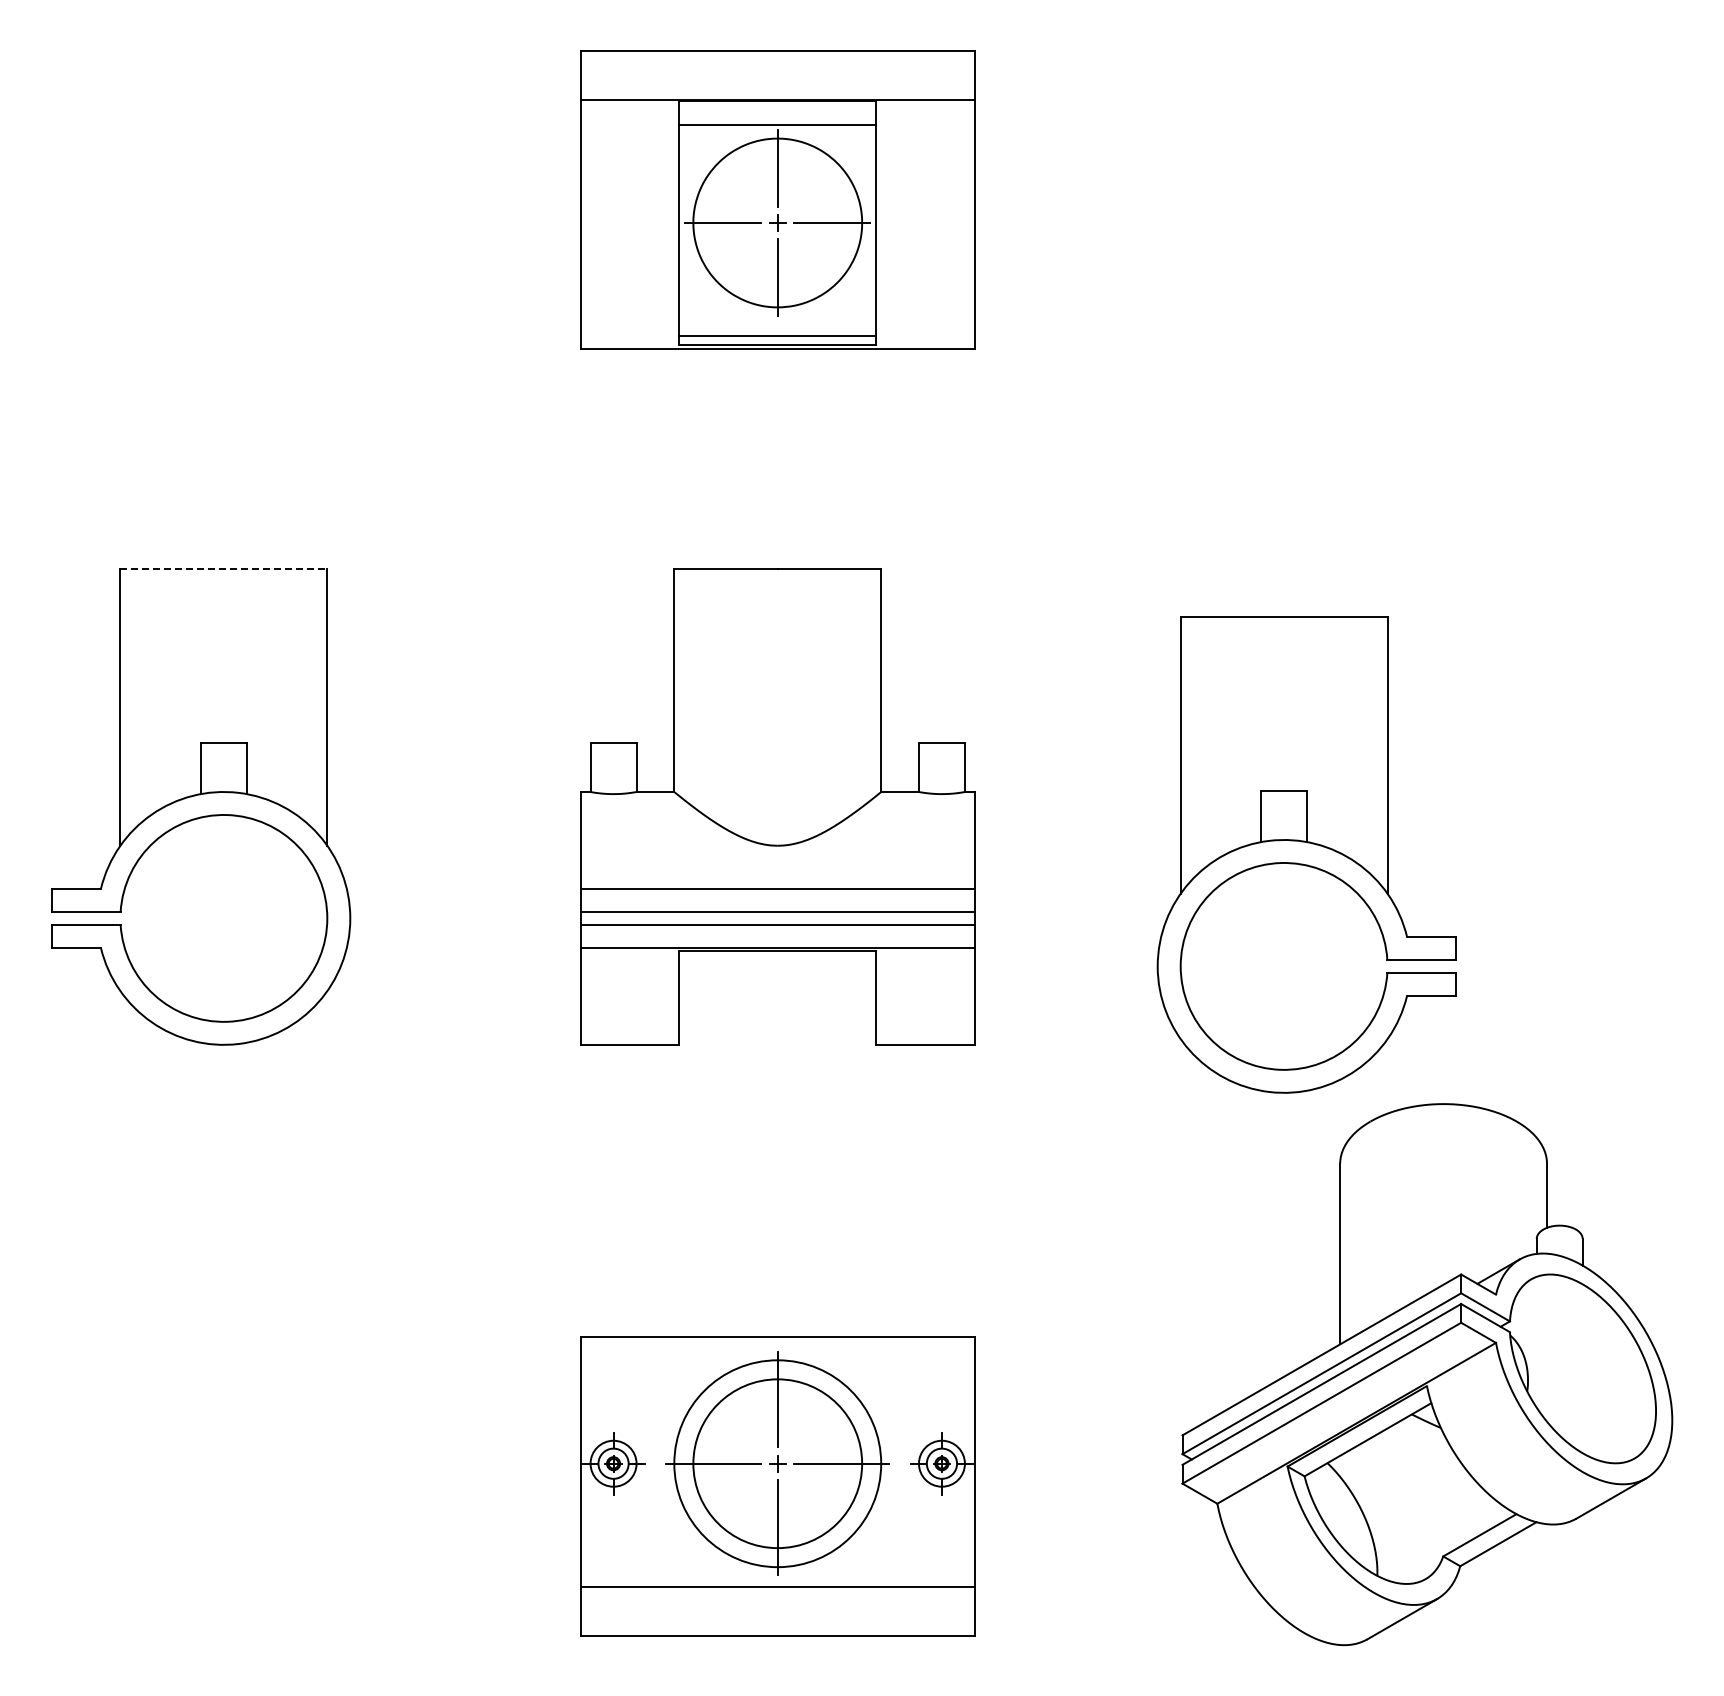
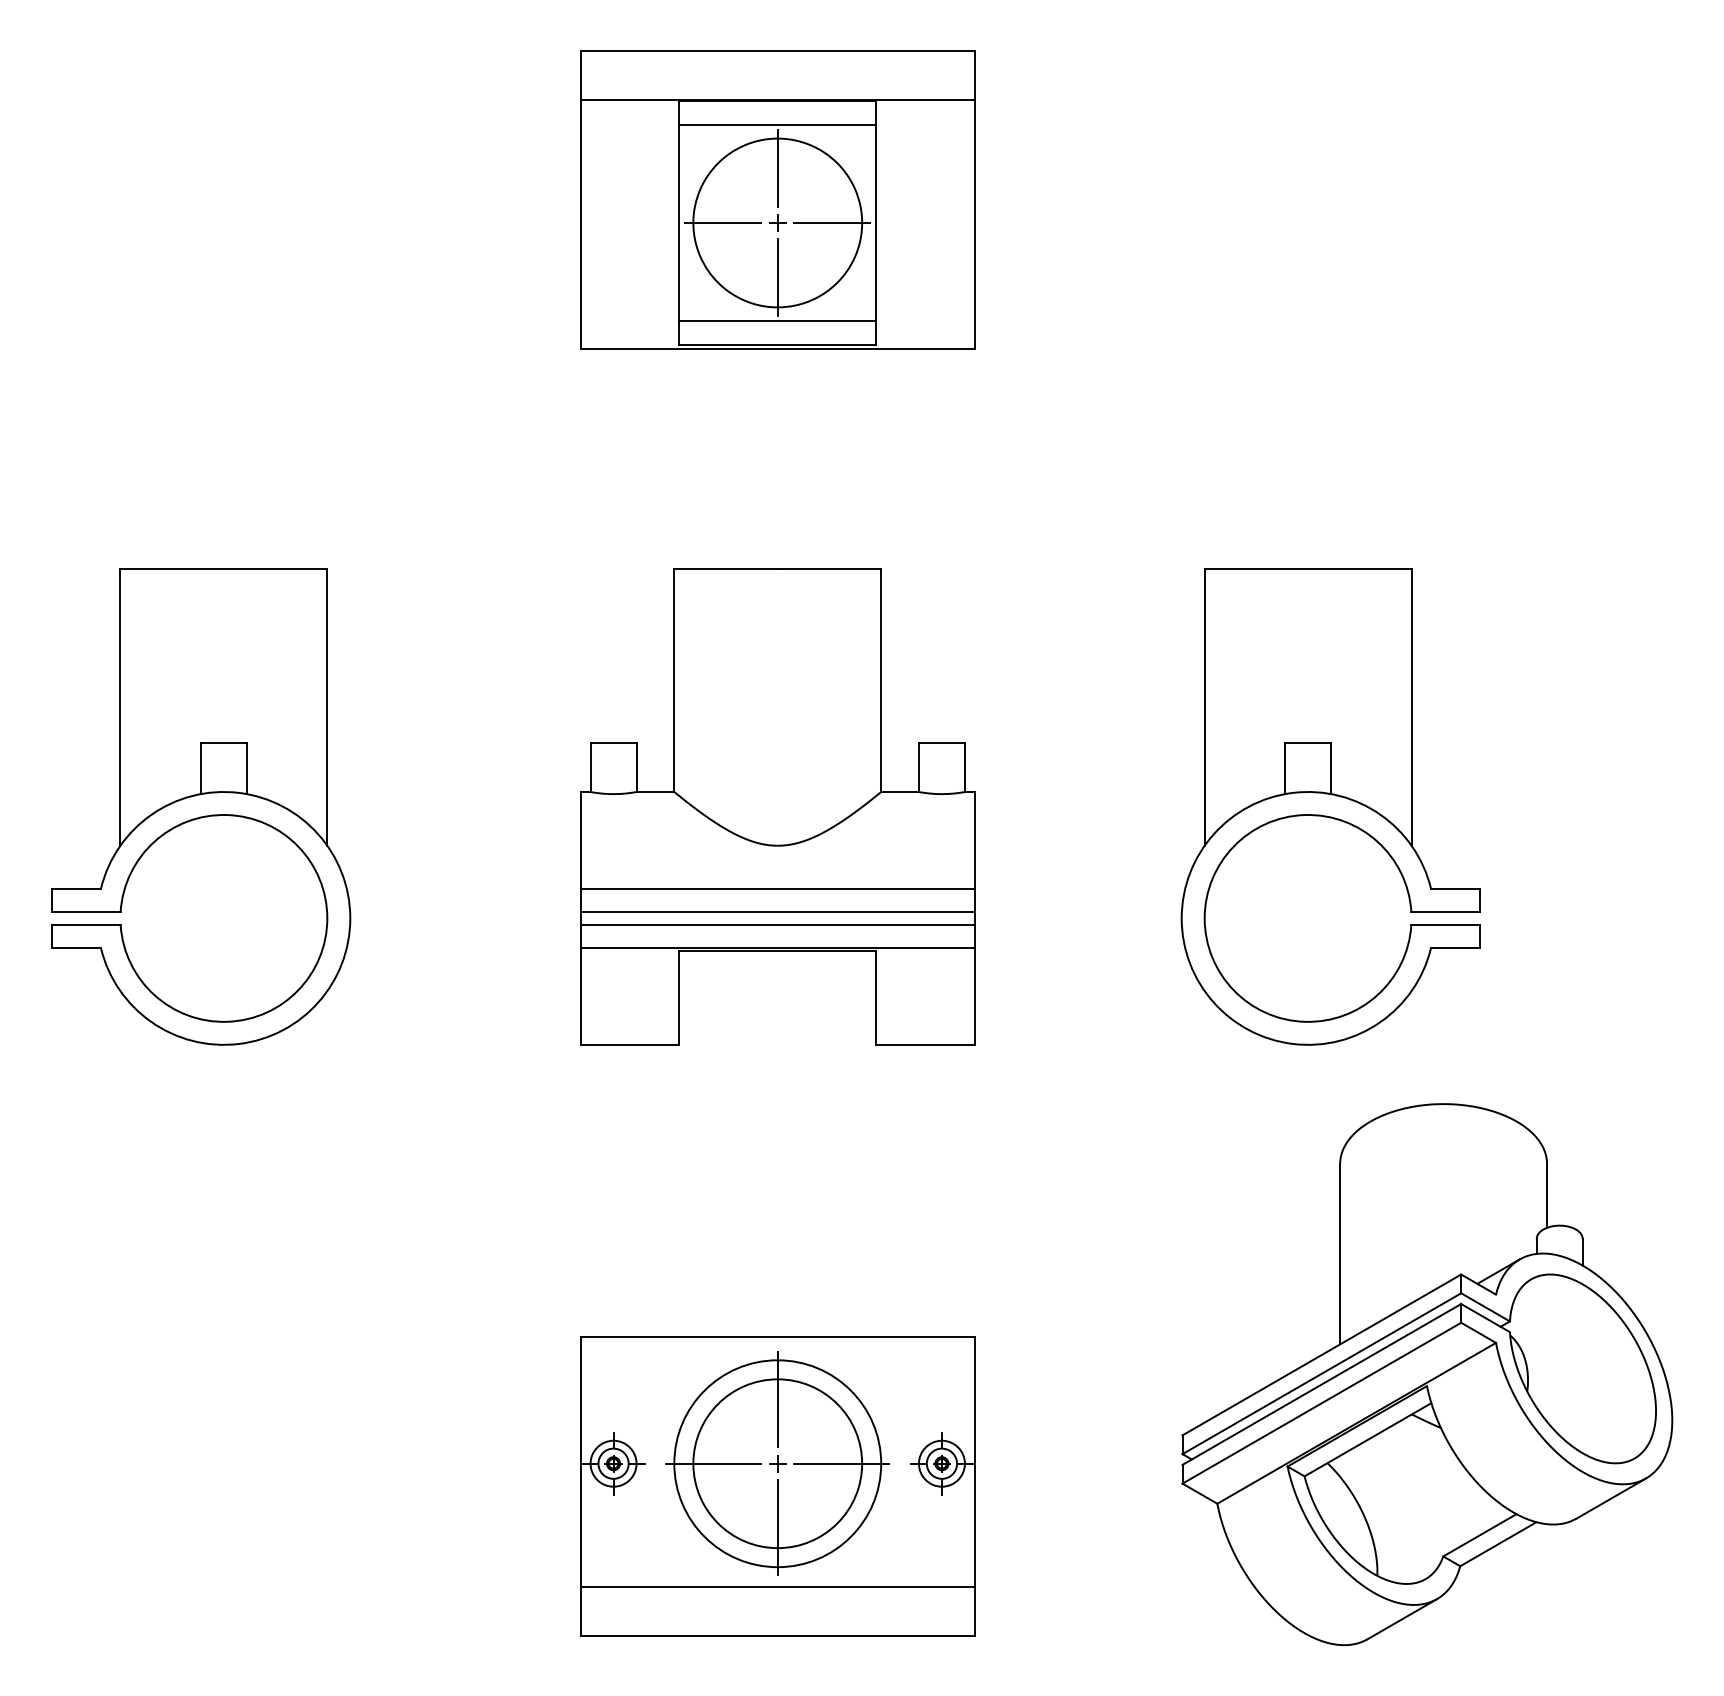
line at (777, 336) position: (777, 336) -> (777, 321)
line at (224, 568): dashed -> solid
part at (1306, 854) position: (1306, 854) -> (1330, 806)
